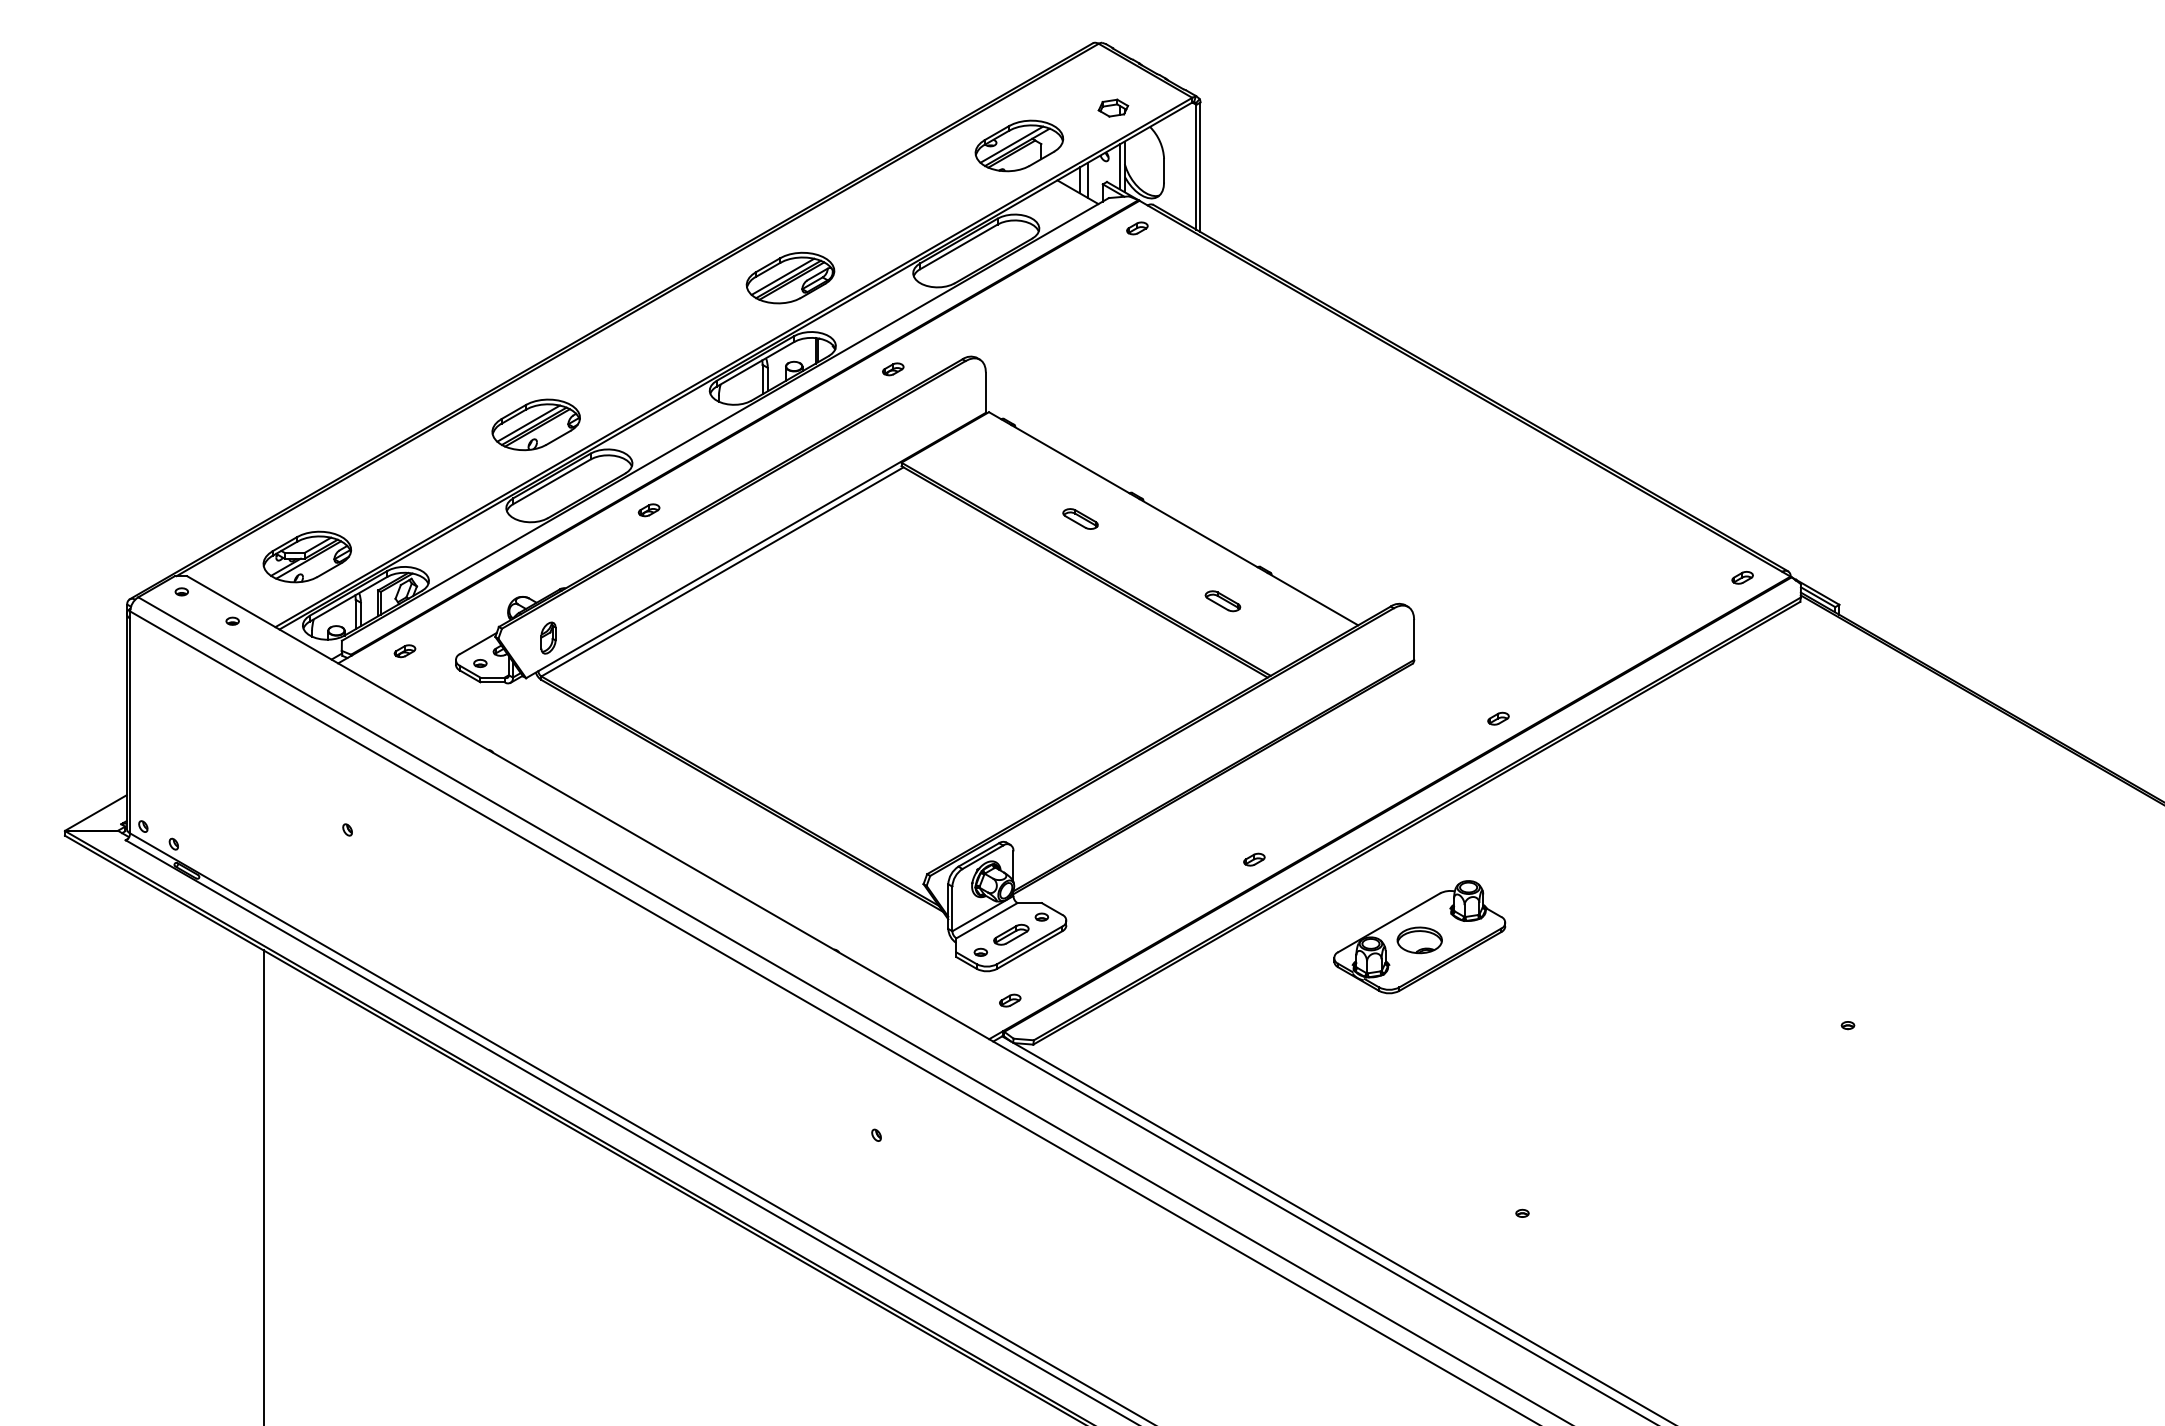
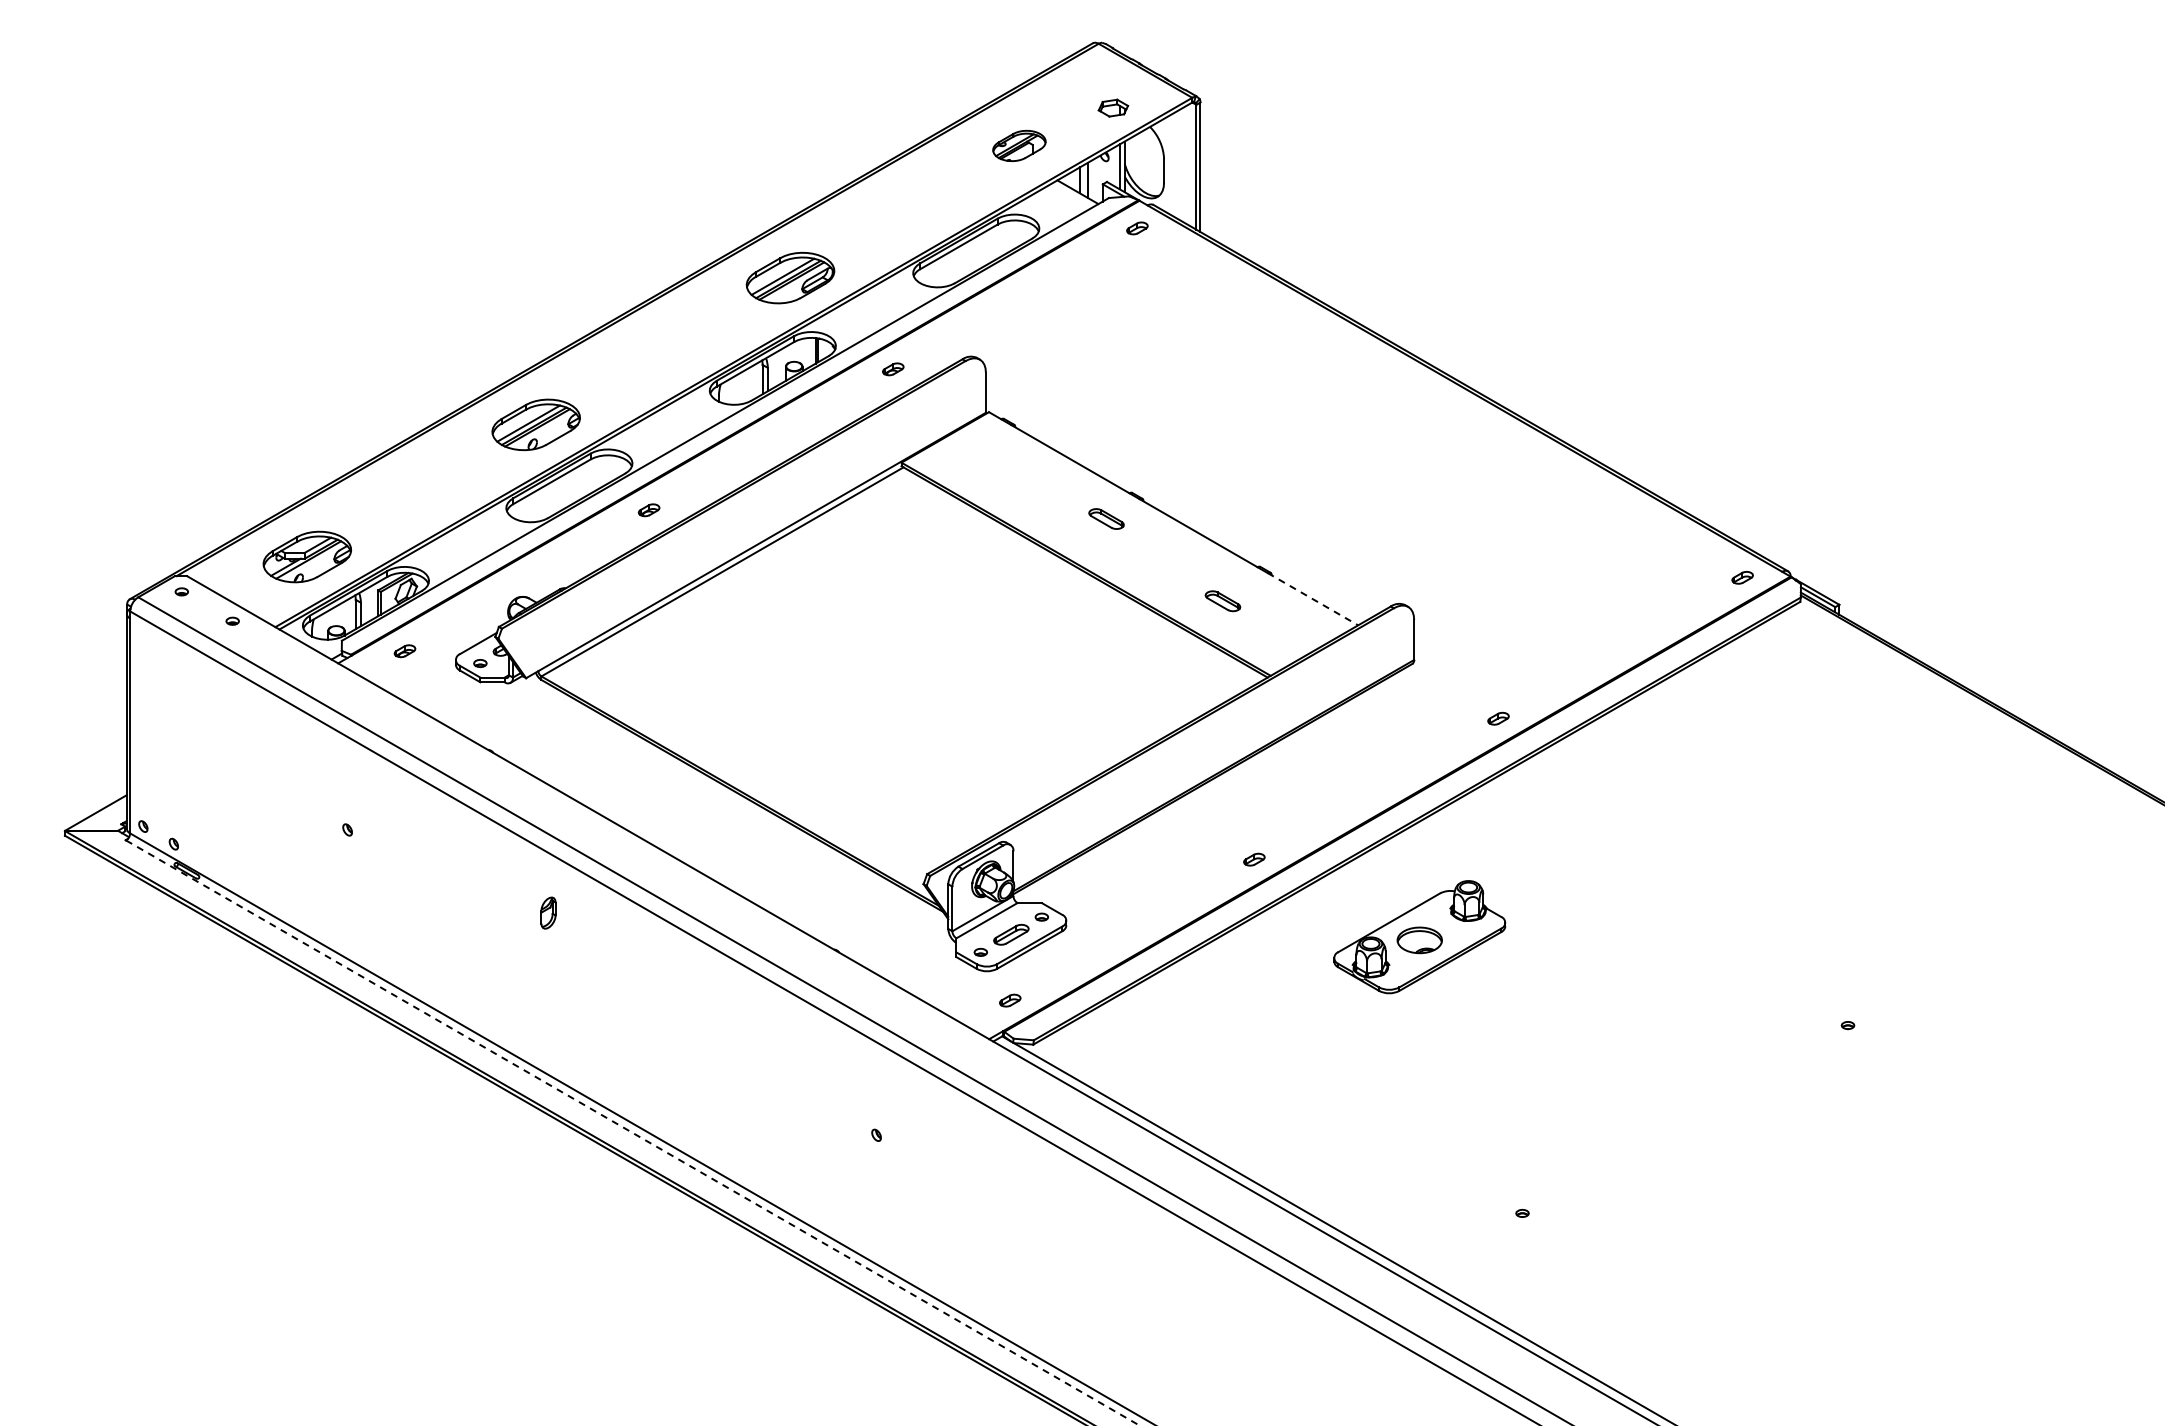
part at (1019, 145) size: 91x54 px -> 55x33 px
part at (1080, 518) position: (1080, 518) -> (1106, 518)
line at (1313, 599): solid -> dashed
part at (548, 637) position: (548, 637) -> (548, 912)
line at (633, 1133): solid -> dashed
line at (263, 1186): present -> none
